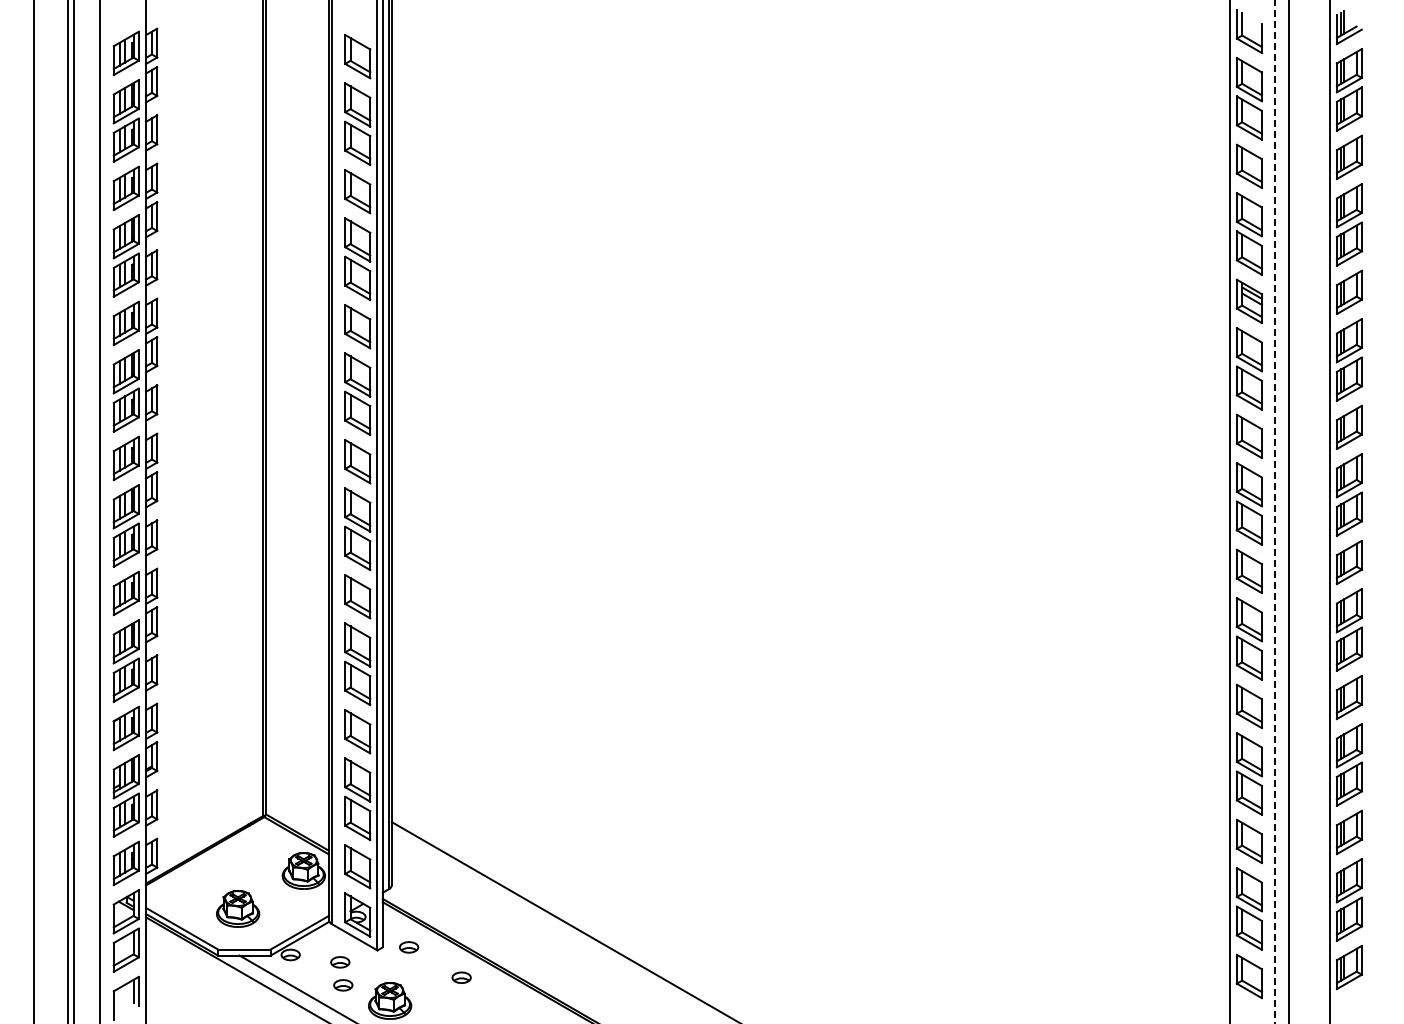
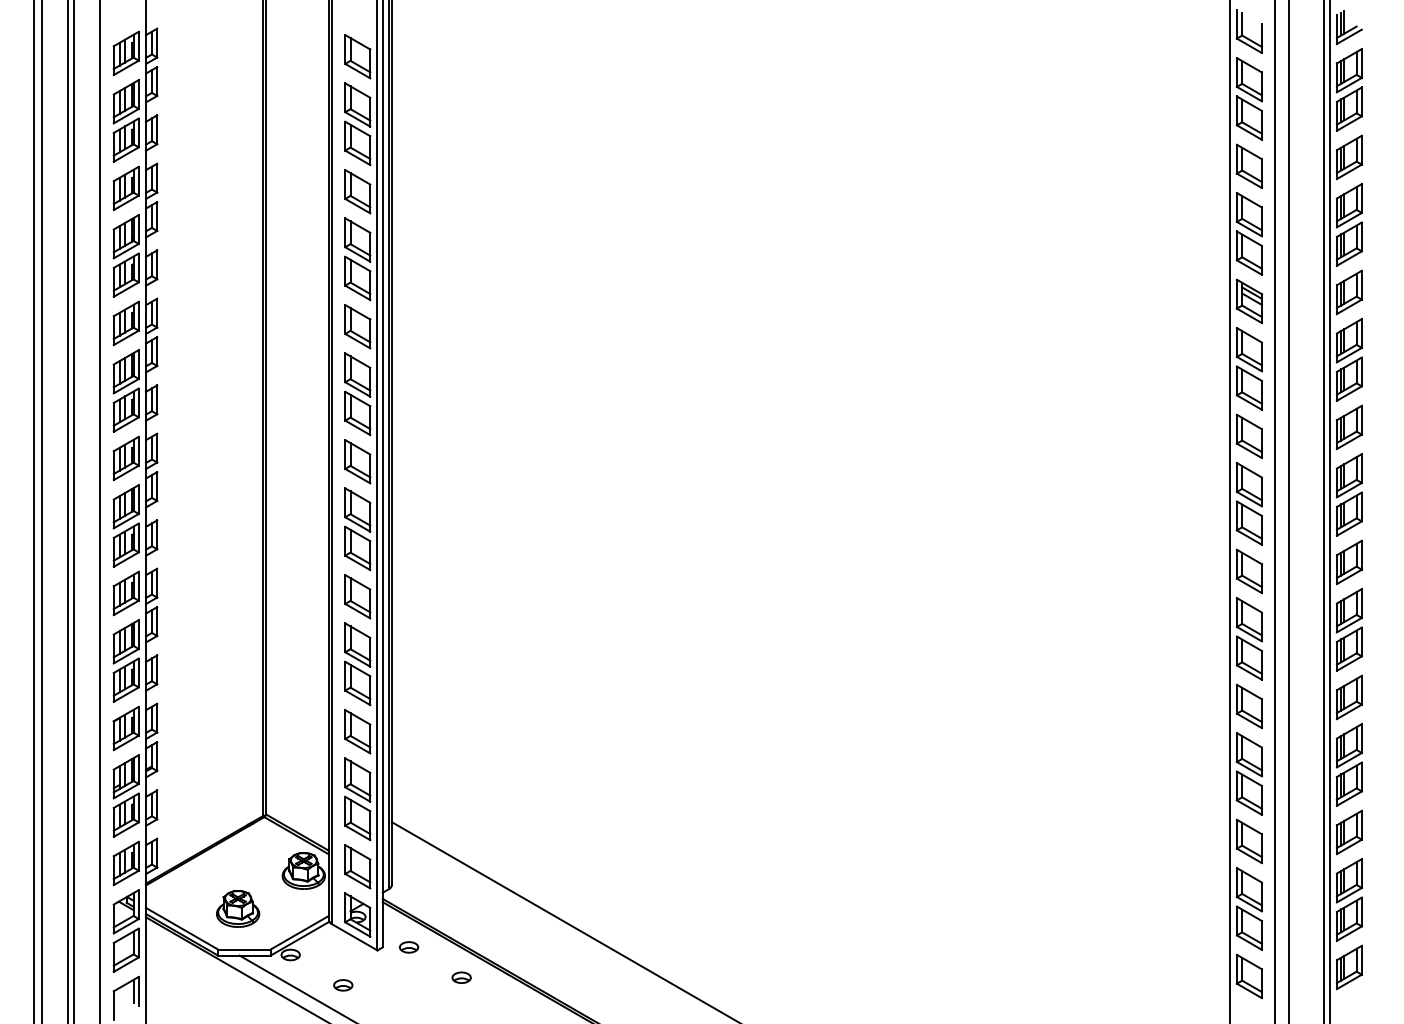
line at (42, 511): none -> present
line at (1275, 511): dashed -> solid
line at (1324, 511): none -> present
part at (340, 962): present -> none
part at (390, 1000): present -> none
